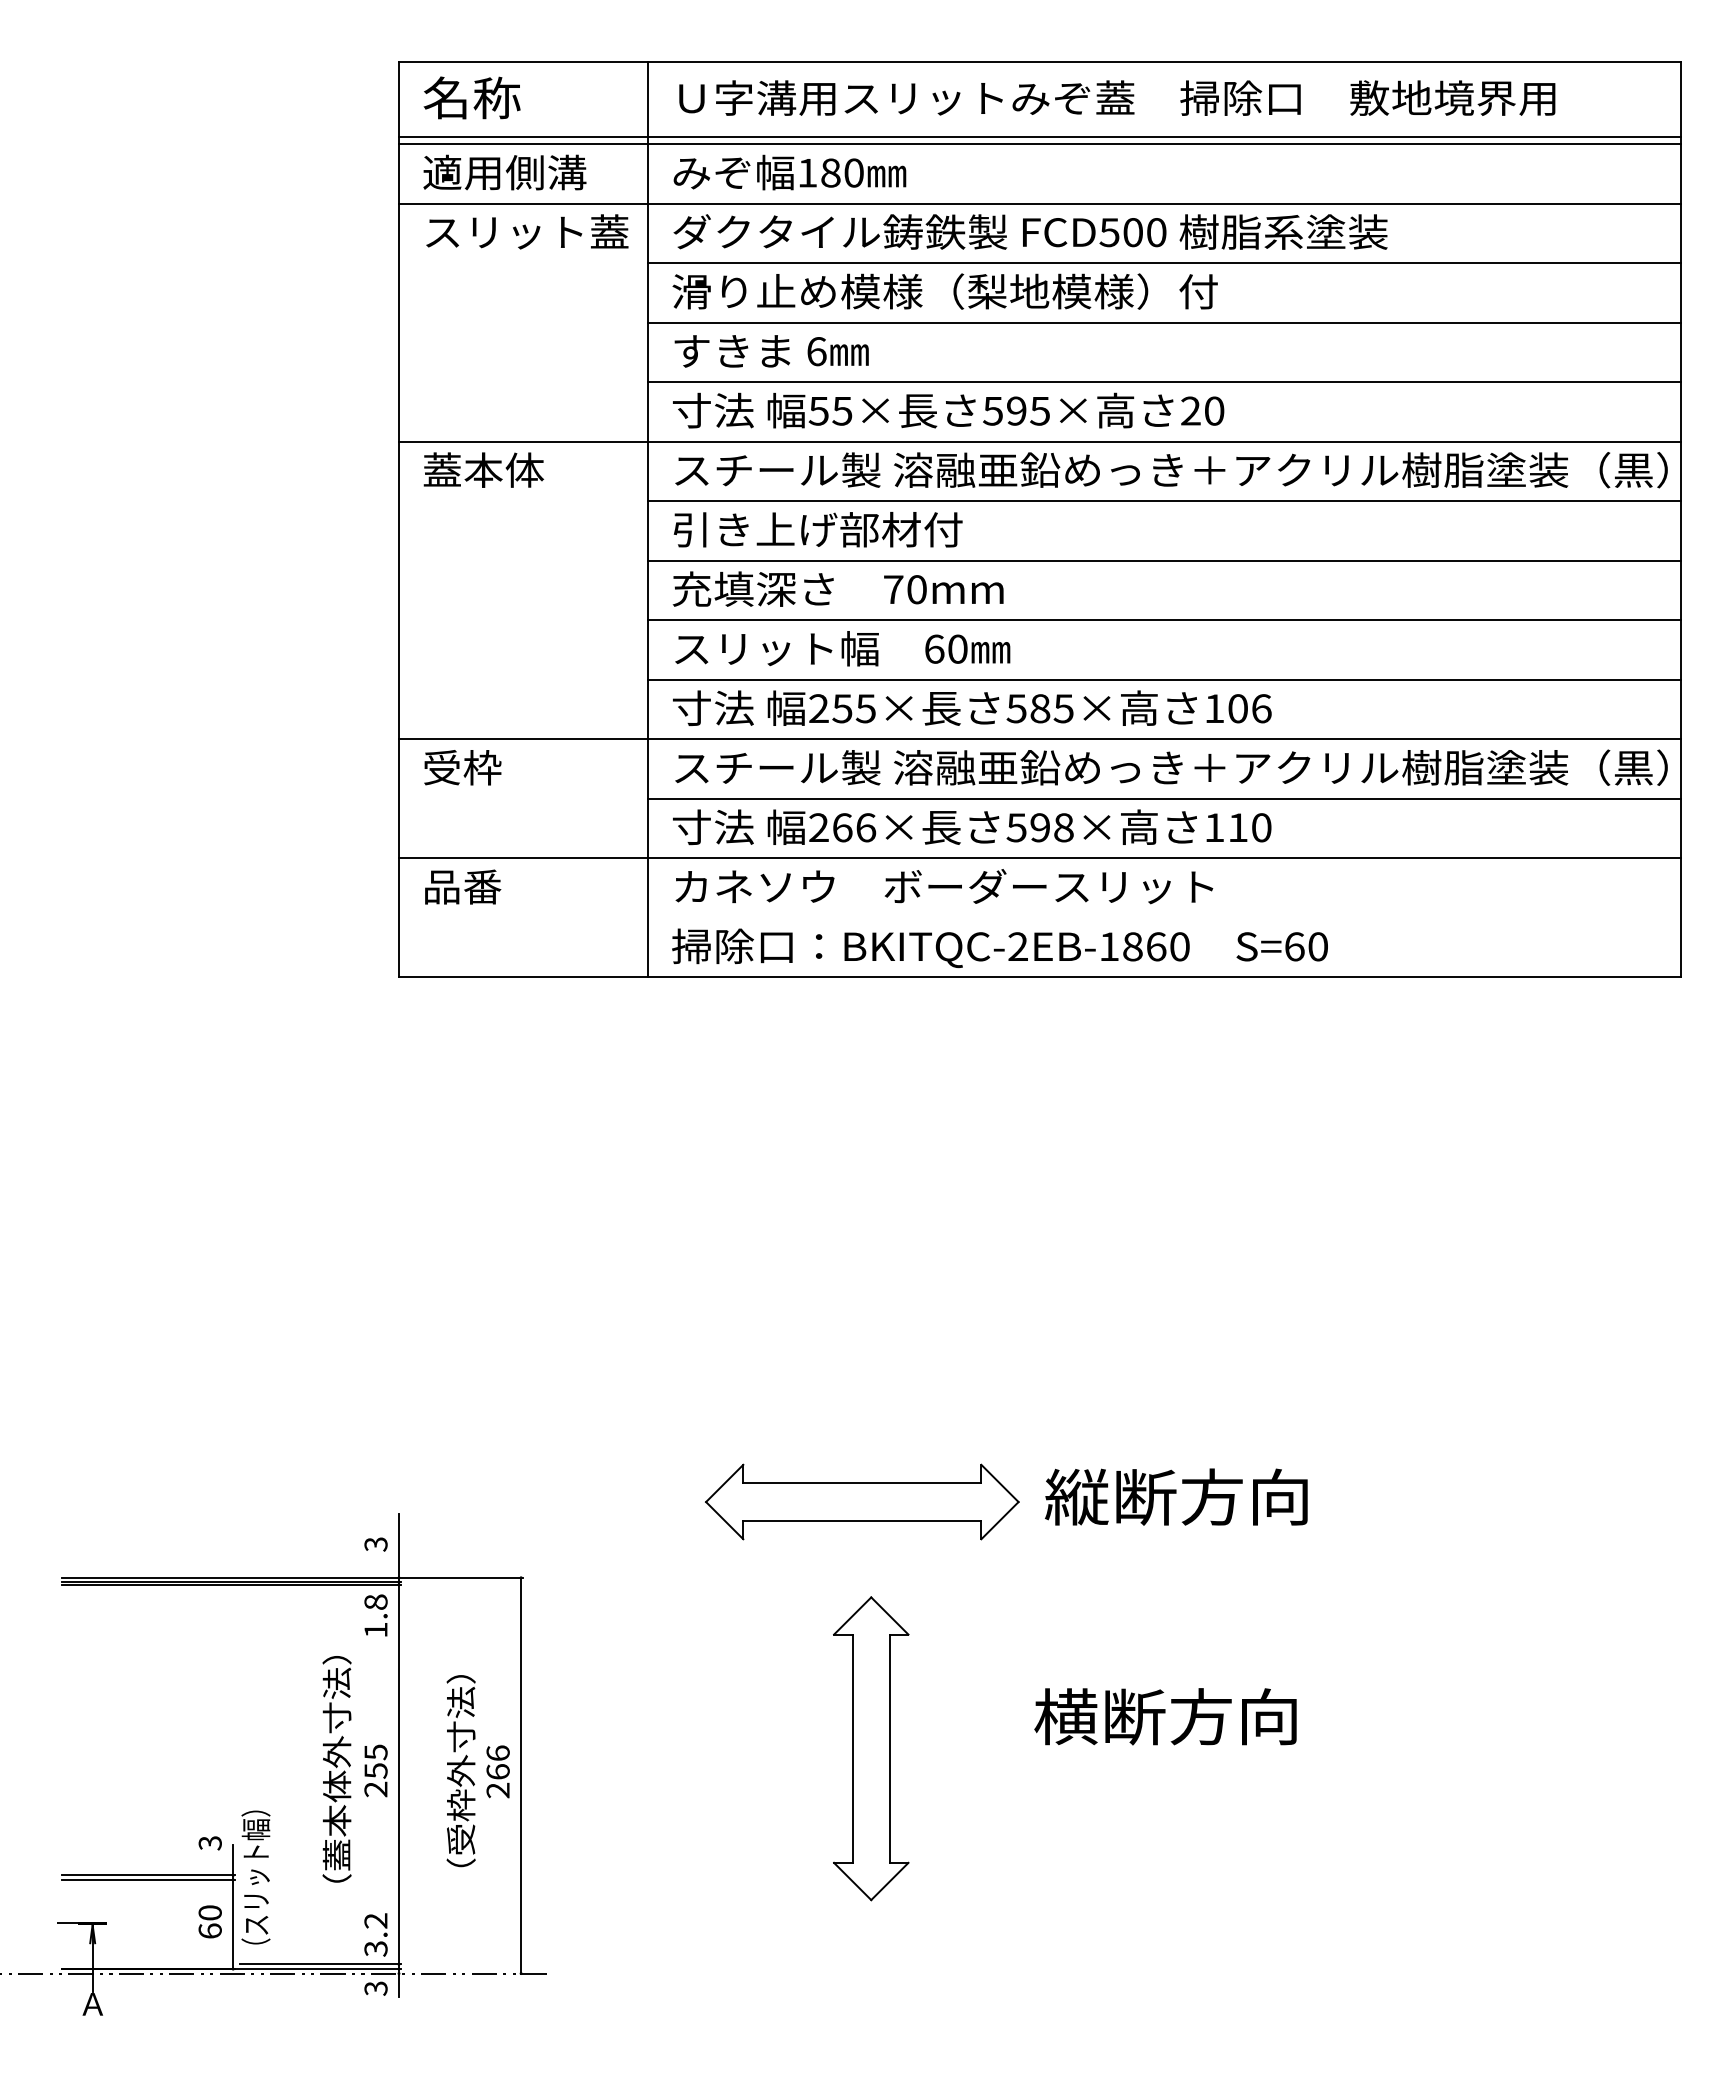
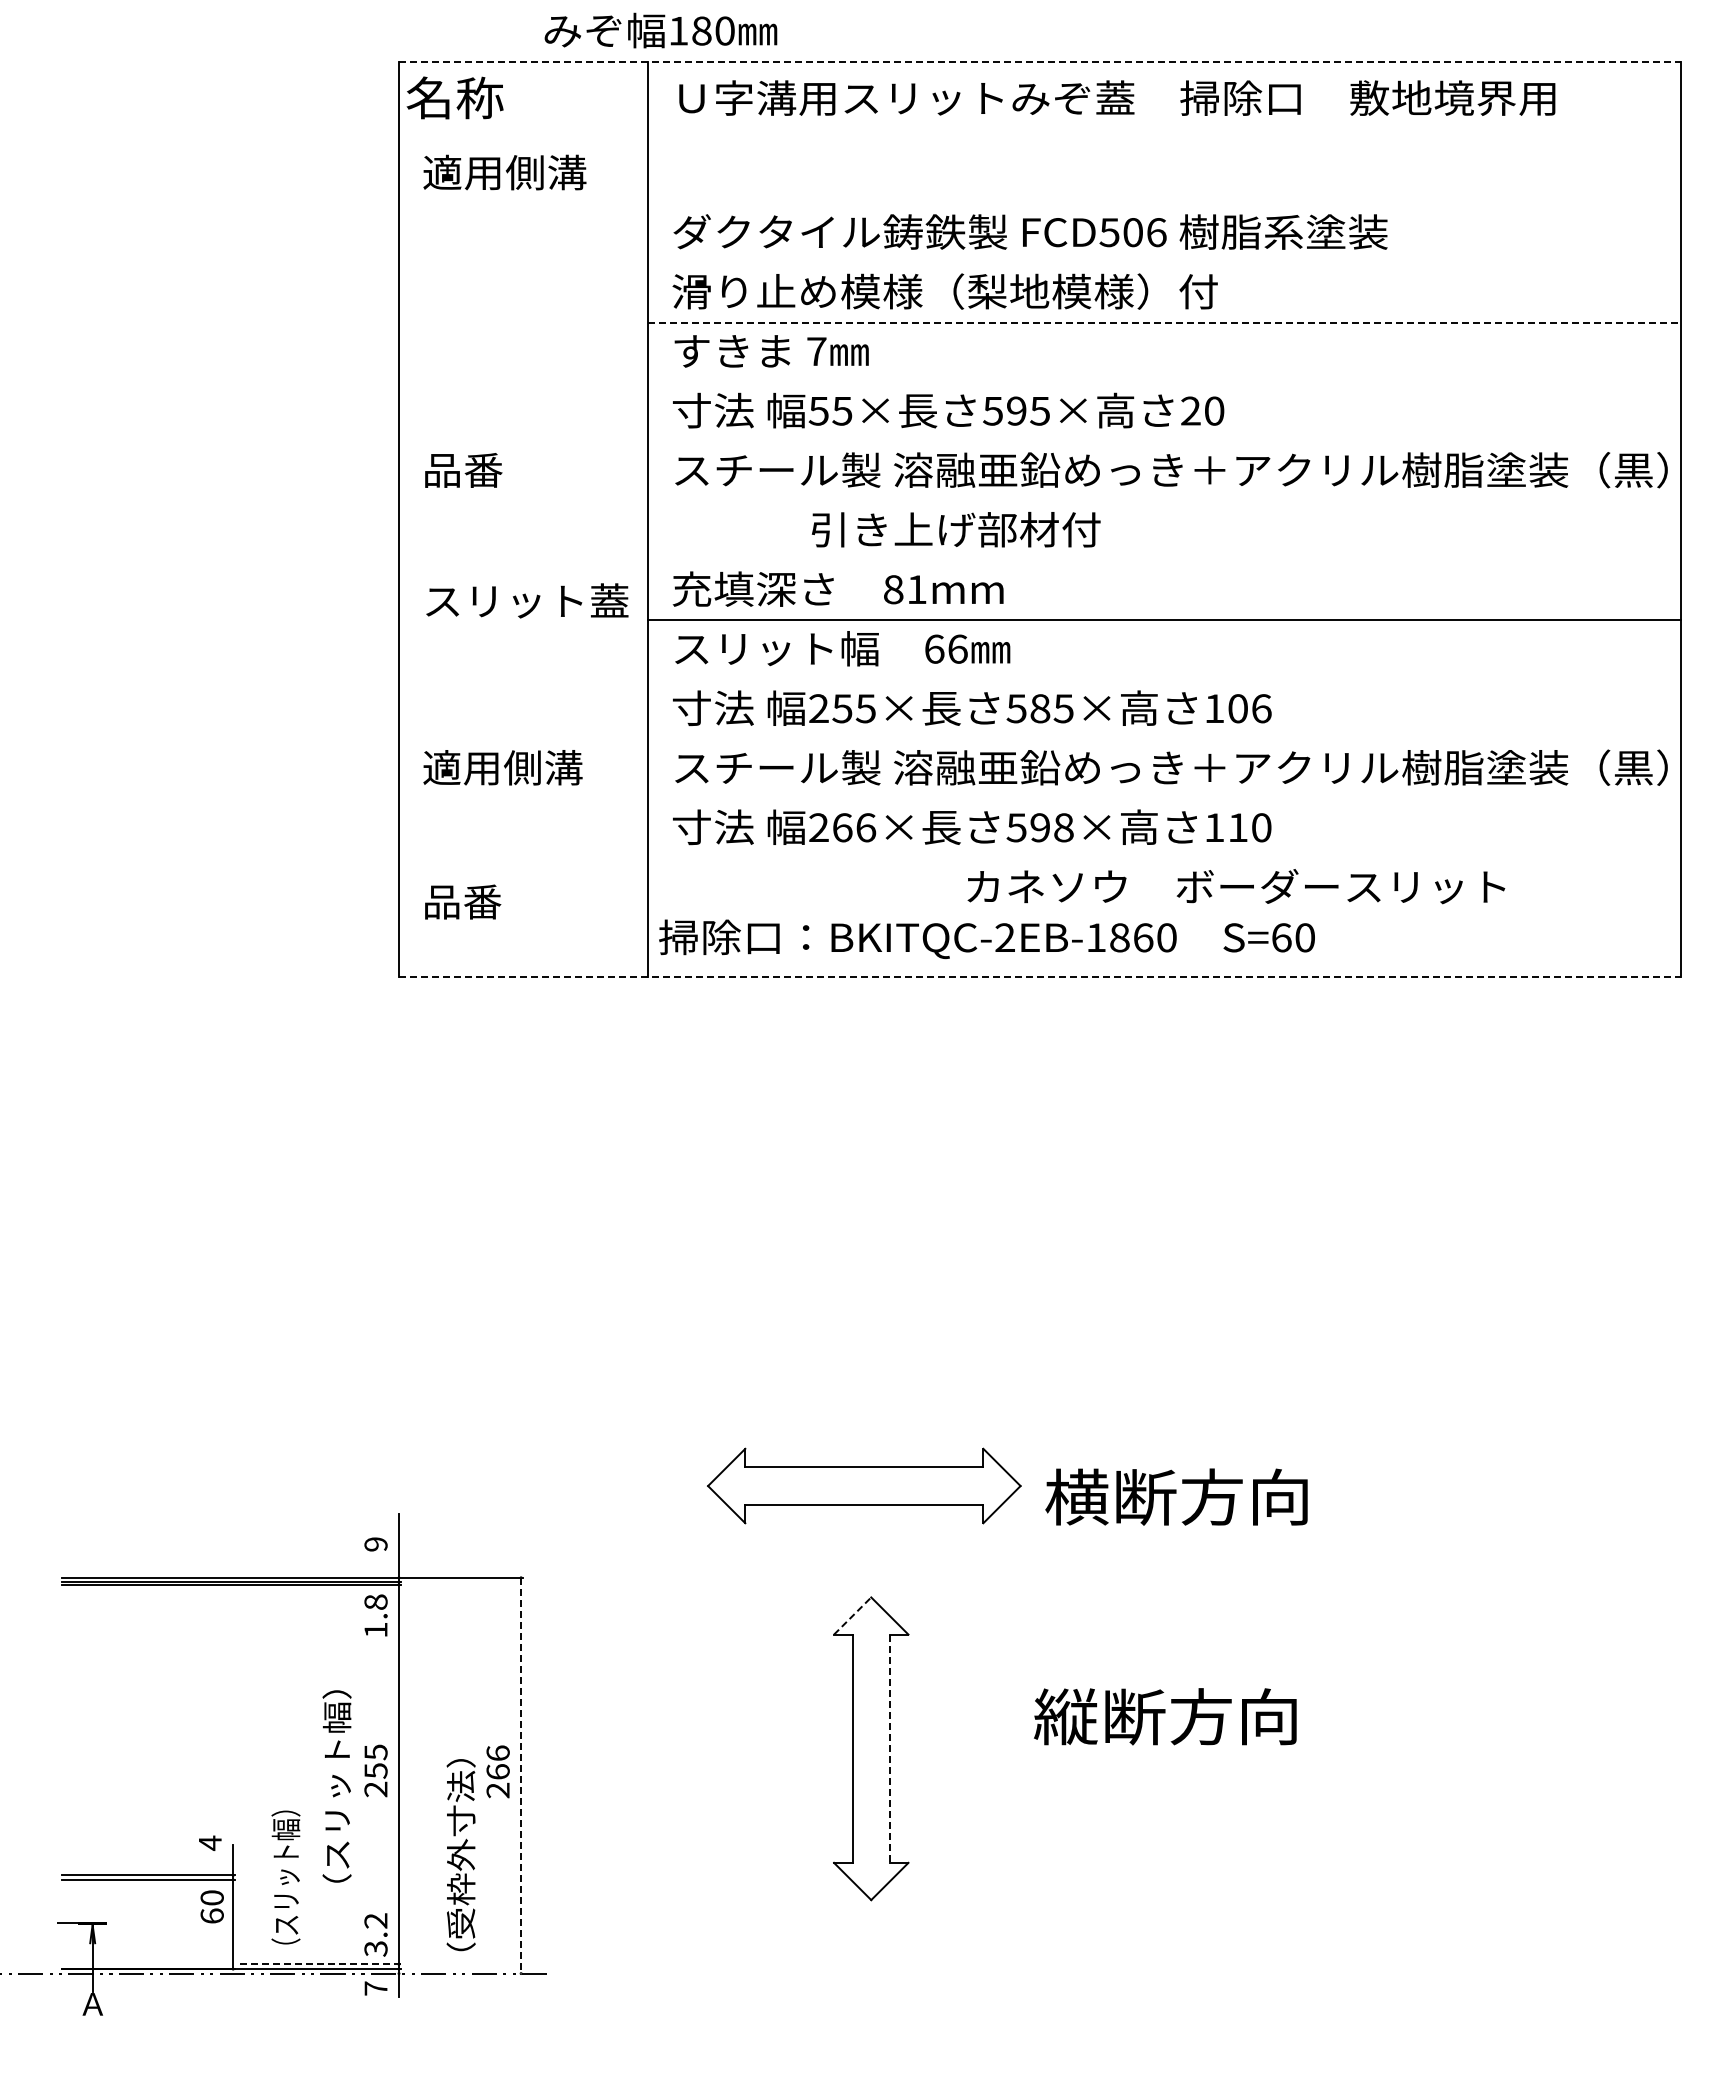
line at (1040, 62): solid -> dashed
text at (471, 97) position: (471, 97) -> (454, 97)
line at (1040, 136): present -> none
line at (1040, 144): present -> none
text at (789, 172) position: (789, 172) -> (660, 30)
line at (1040, 203): present -> none
text at (527, 231) position: (527, 231) -> (527, 600)
text at (1156, 232): FCD500 -> FCD506
line at (1164, 263): present -> none
line at (1165, 322): solid -> dashed
text at (816, 351): 6 -> 7
line at (1164, 382): present -> none
line at (1040, 441): present -> none
text at (483, 469): 蓋本体 -> 品番
line at (1164, 501): present -> none
text at (817, 529) position: (817, 529) -> (955, 529)
line at (1164, 560): present -> none
text at (905, 589): 70mm -> 81mm
text at (957, 648): 60 -> 66
line at (1164, 679): present -> none
line at (1040, 739): present -> none
text at (502, 767): 受枠 -> 適用側溝
line at (1164, 798): present -> none
line at (1040, 858): present -> none
text at (463, 886) position: (463, 886) -> (463, 901)
text at (944, 886) position: (944, 886) -> (1236, 886)
text at (999, 948) position: (999, 948) -> (986, 939)
line at (1040, 977): solid -> dashed
text at (1076, 1496): 縦断方向 -> 横断方向
part at (862, 1501) position: (862, 1501) -> (864, 1485)
text at (375, 1544): 3 -> 9
line at (853, 1615): solid -> dashed
text at (1065, 1716): 横断方向 -> 縦断方向
line at (889, 1749): solid -> dashed
text at (336, 1763): （蓋本体外寸法） -> （スリット幅）
text at (460, 1771) position: (460, 1771) -> (460, 1855)
line at (521, 1775): solid -> dashed
text at (209, 1843): 3 -> 4
text at (255, 1877) position: (255, 1877) -> (285, 1877)
text at (209, 1921) position: (209, 1921) -> (211, 1906)
line at (320, 1964): solid -> dashed
text at (375, 1988): 3 -> 7
